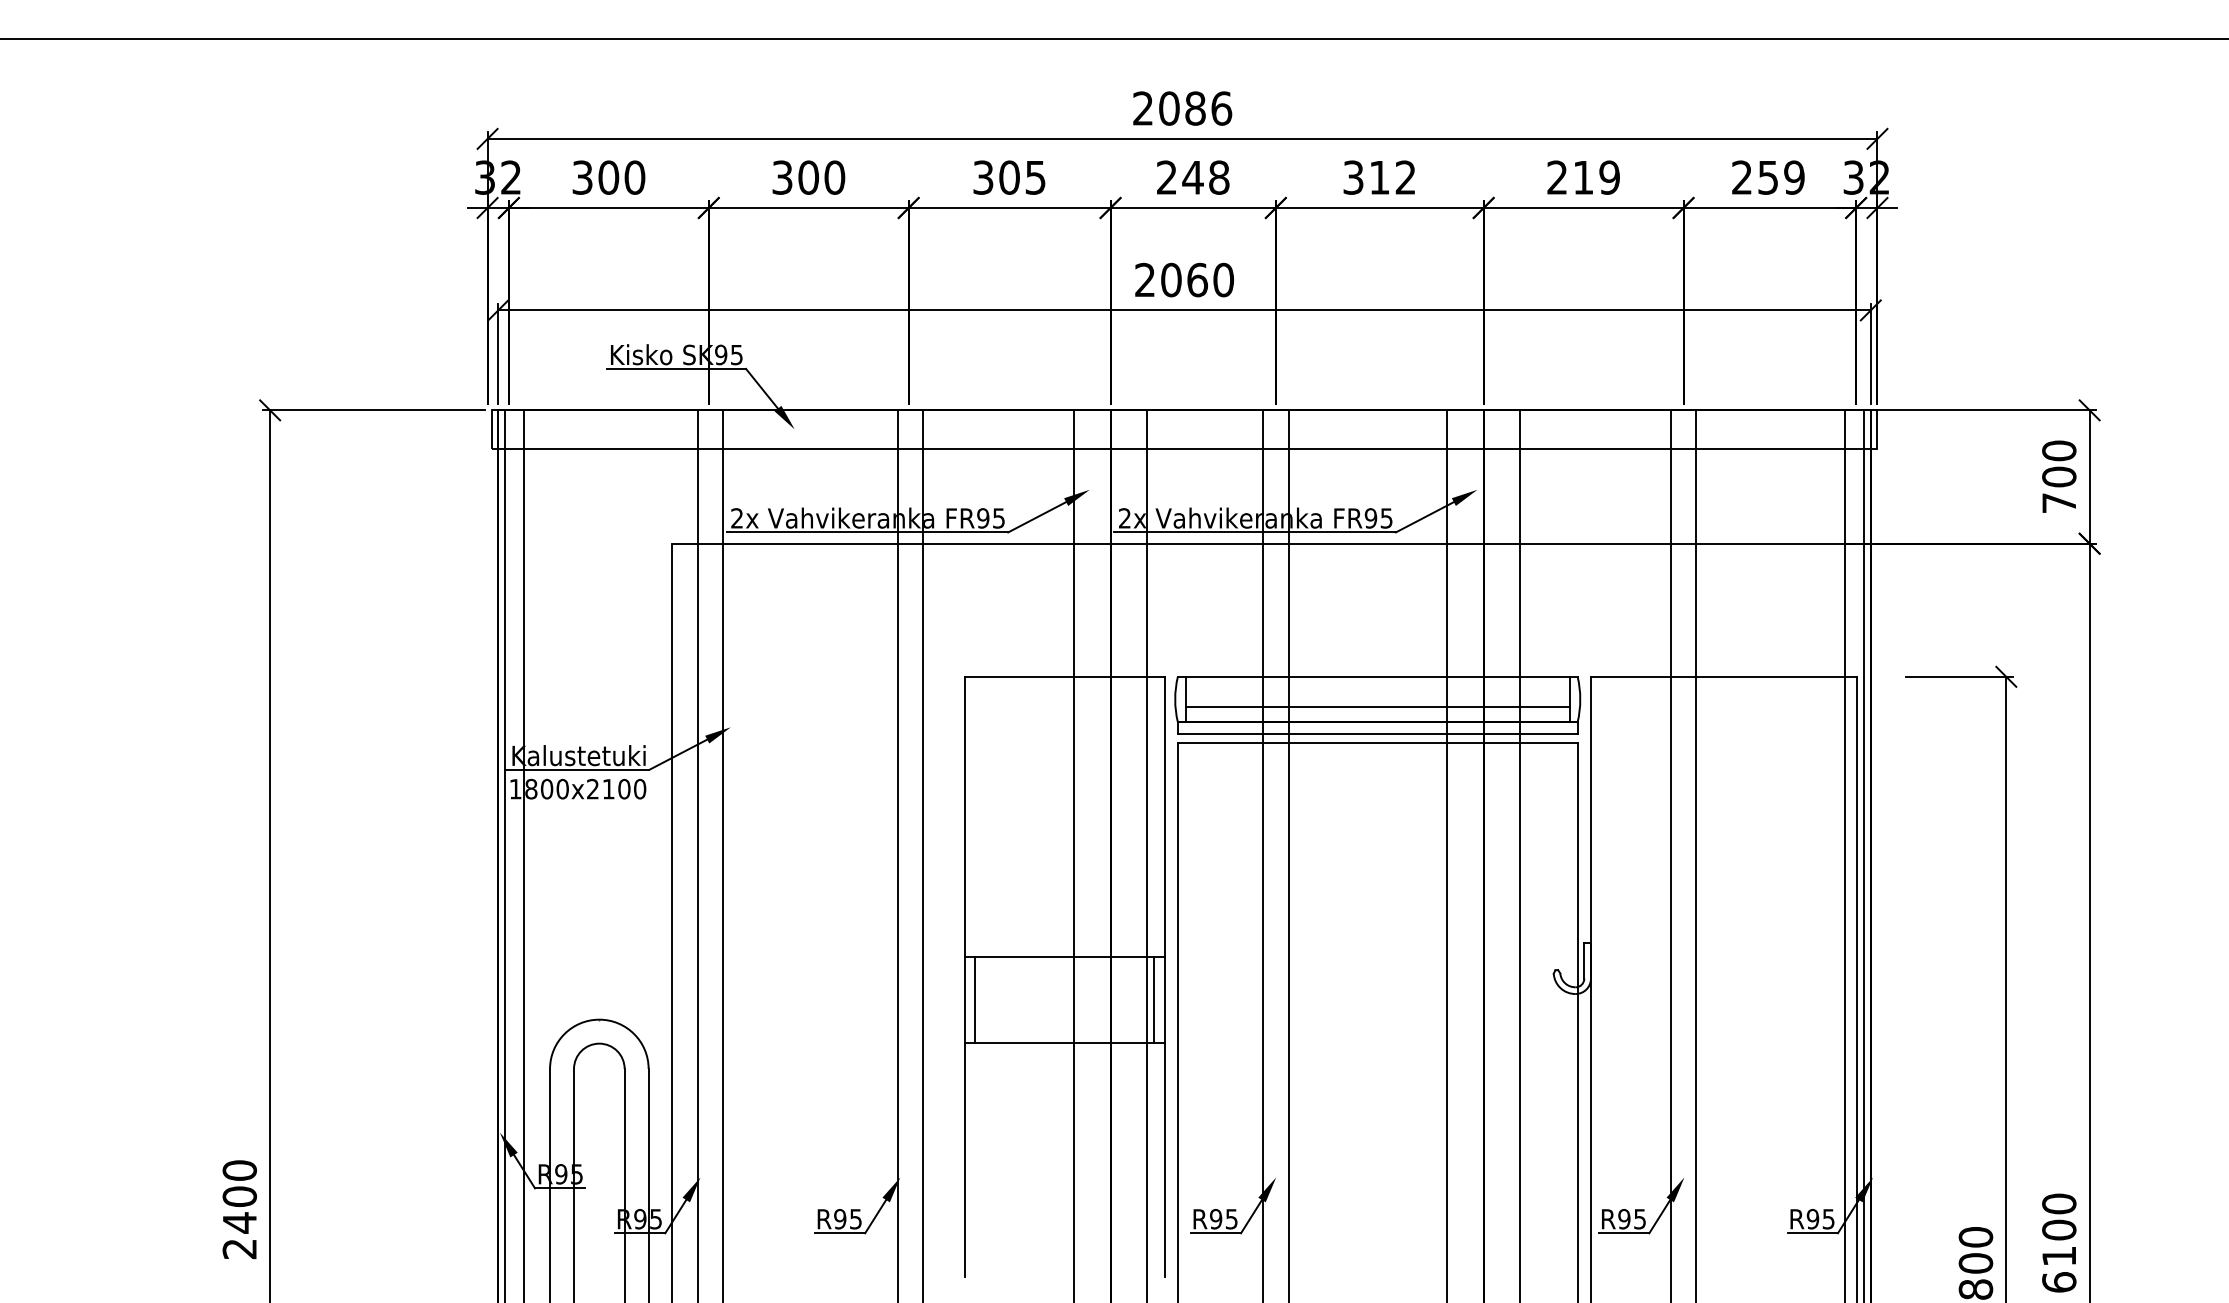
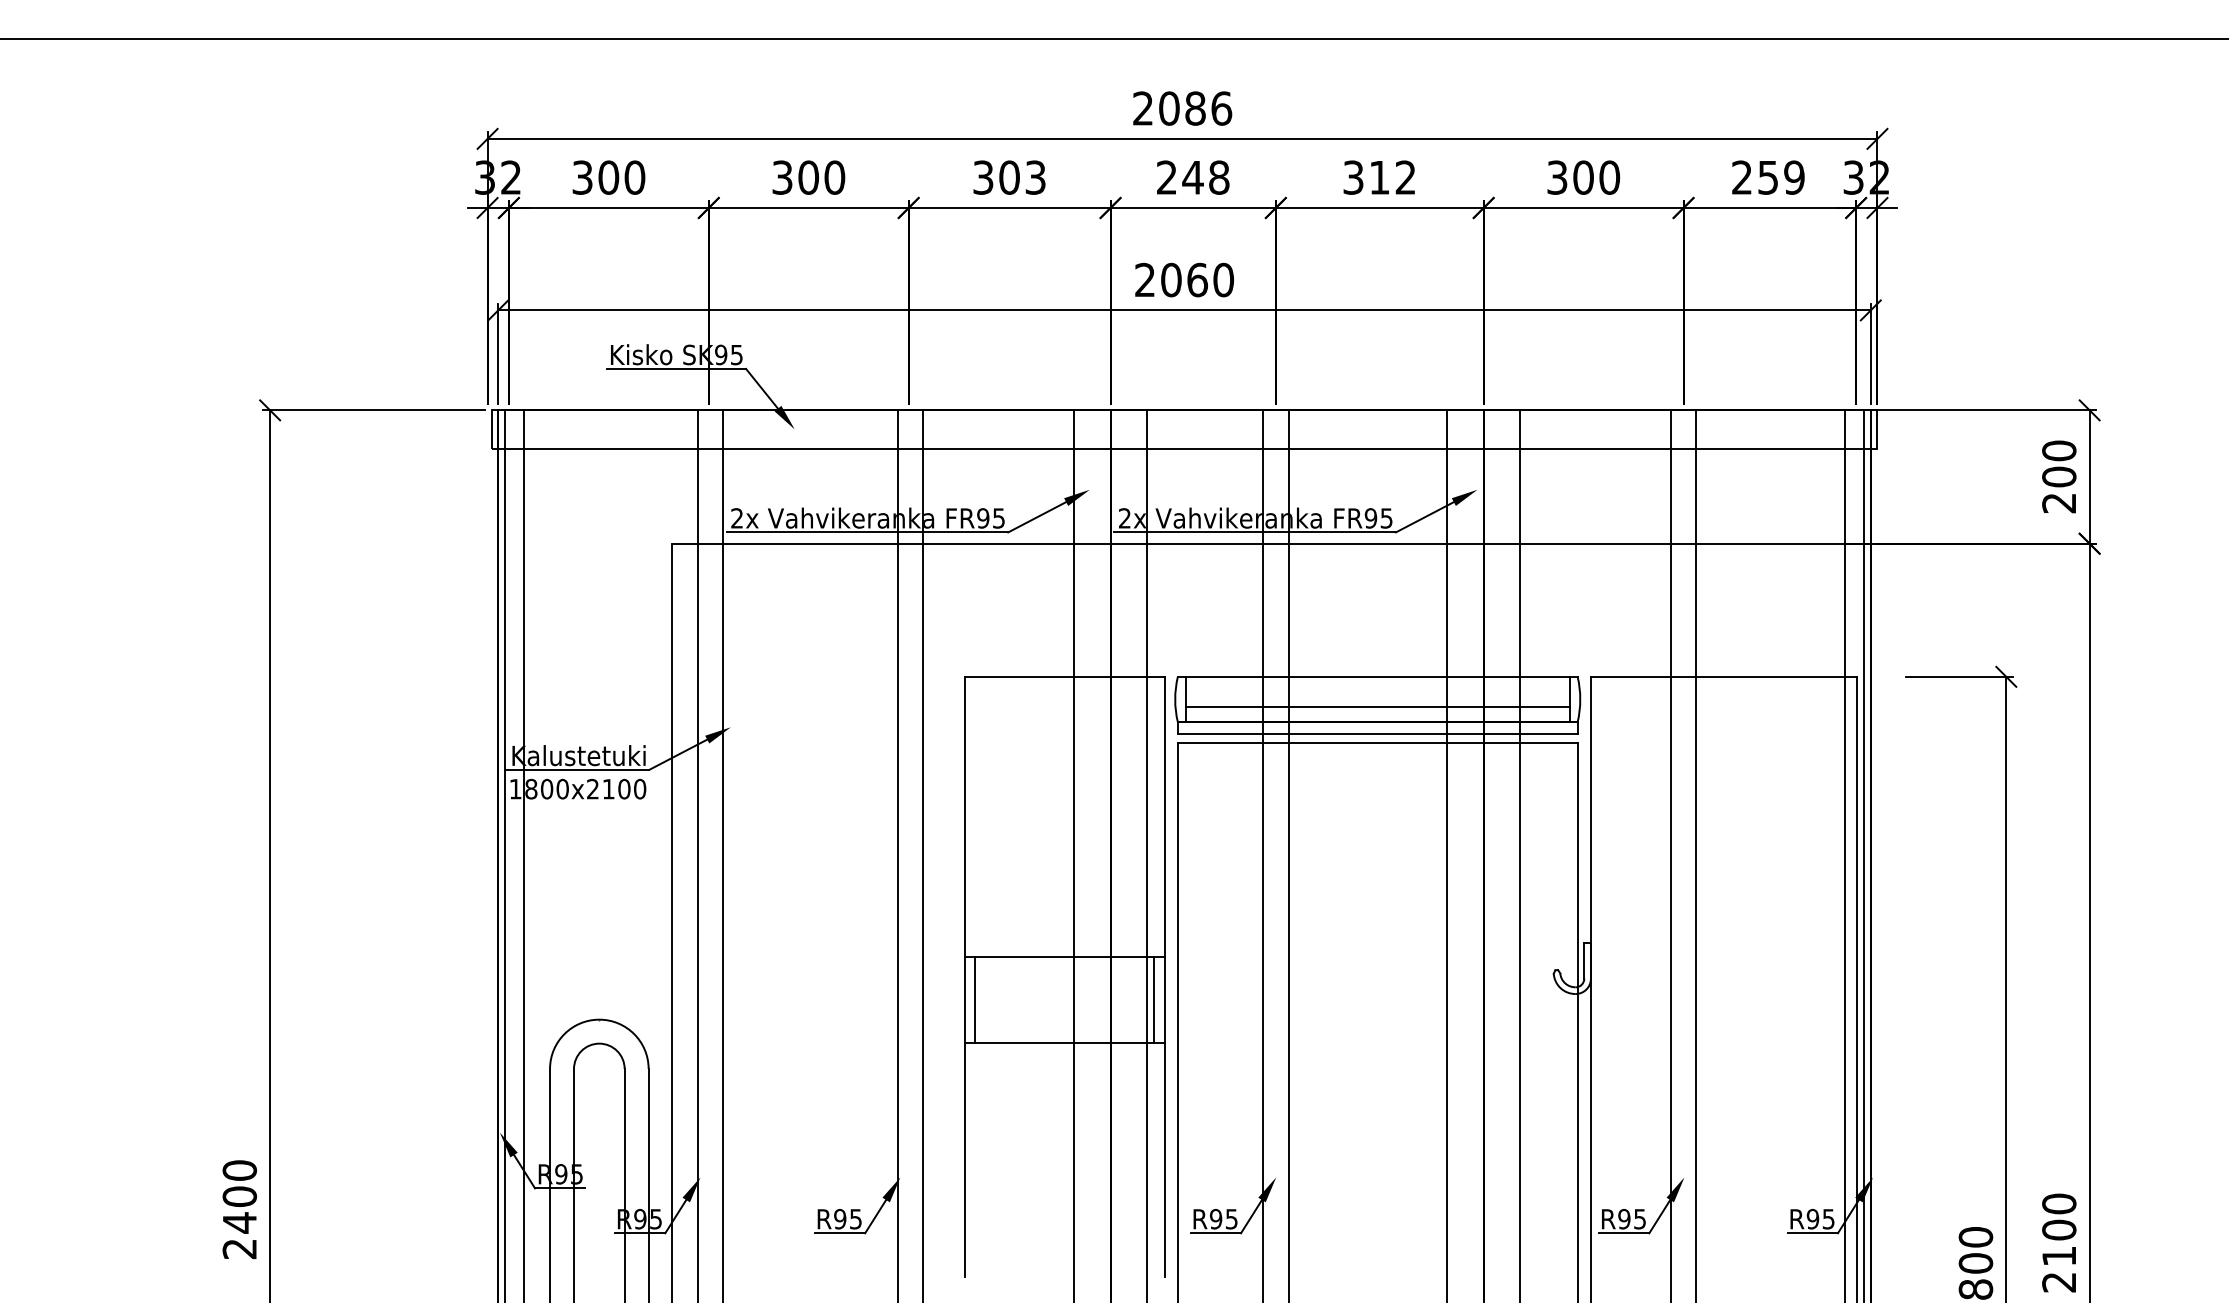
text at (1035, 177): 305 -> 303
text at (1583, 177): 219 -> 300
text at (2058, 503): 700 -> 200
text at (2059, 1282): 6100 -> 2100
